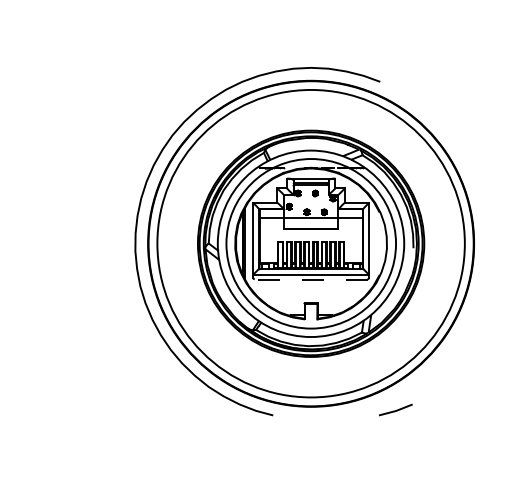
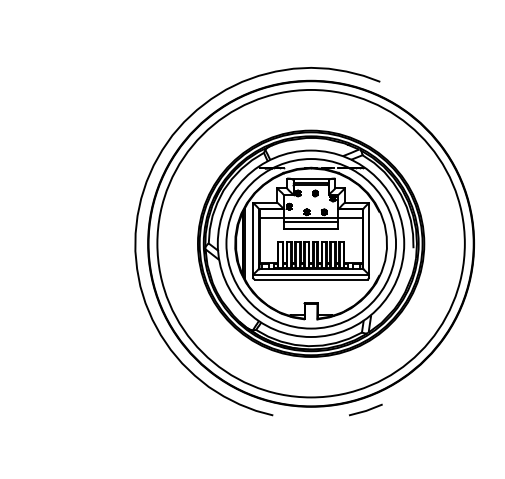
line at (311, 222): none -> present
line at (310, 279): dashed -> solid
line at (396, 409) position: (396, 409) -> (366, 409)
